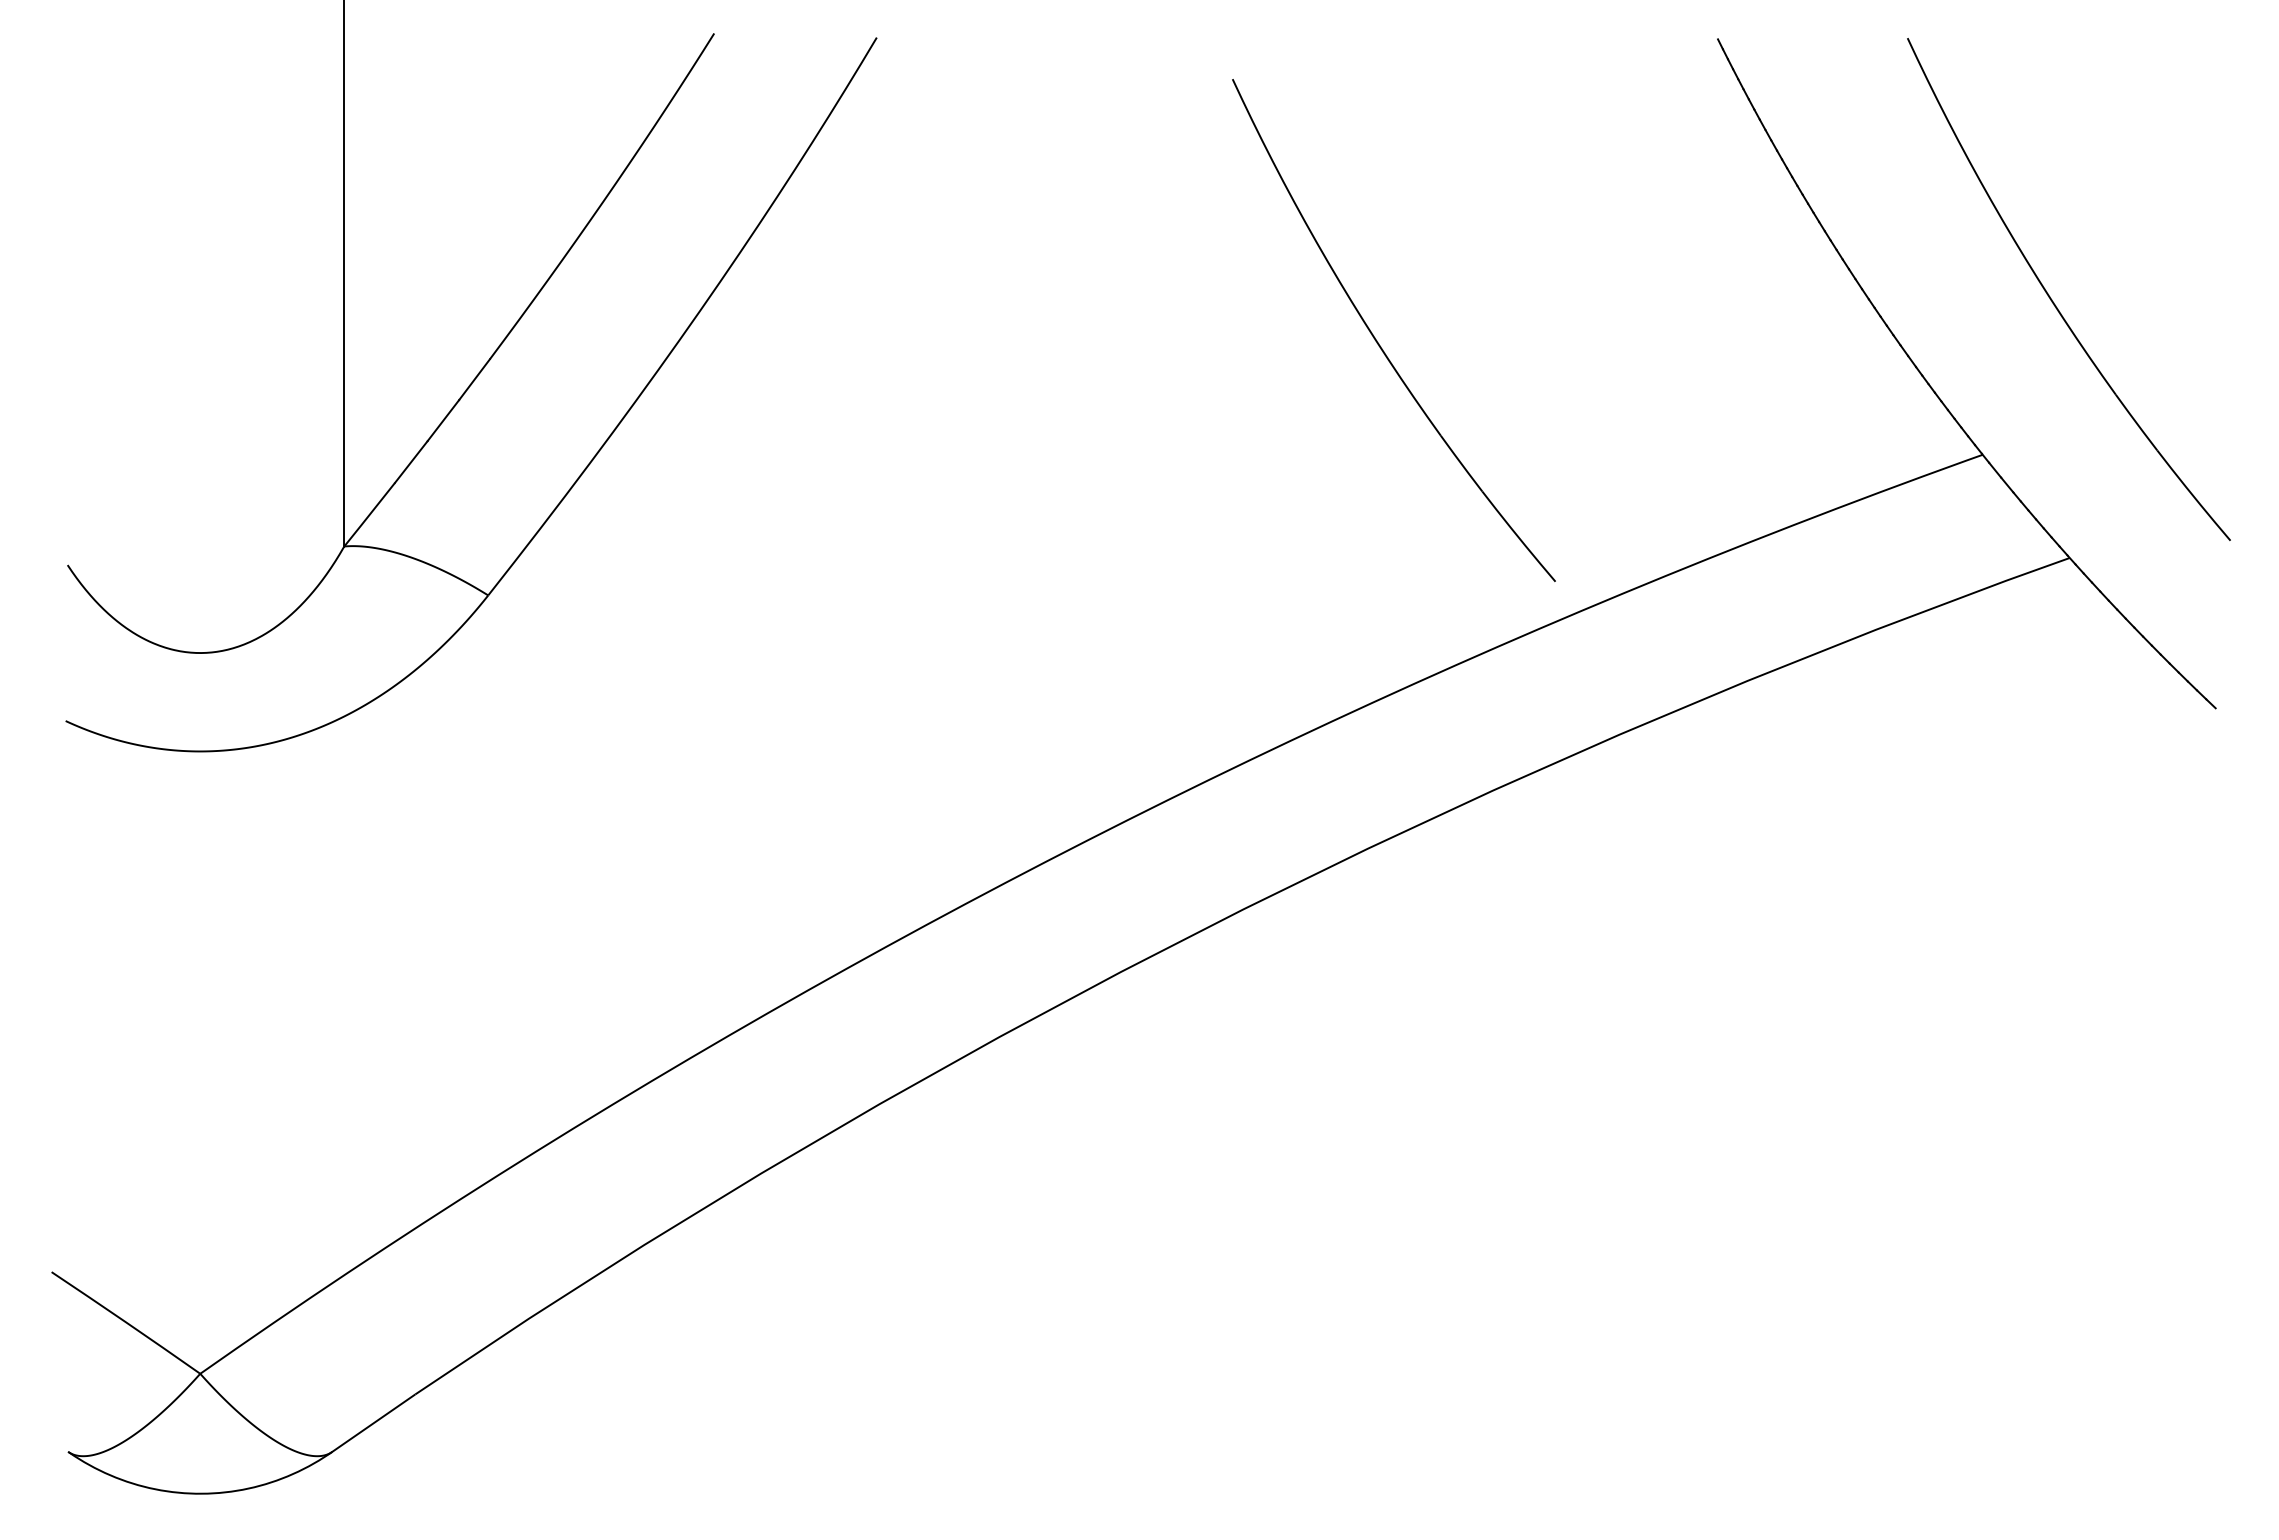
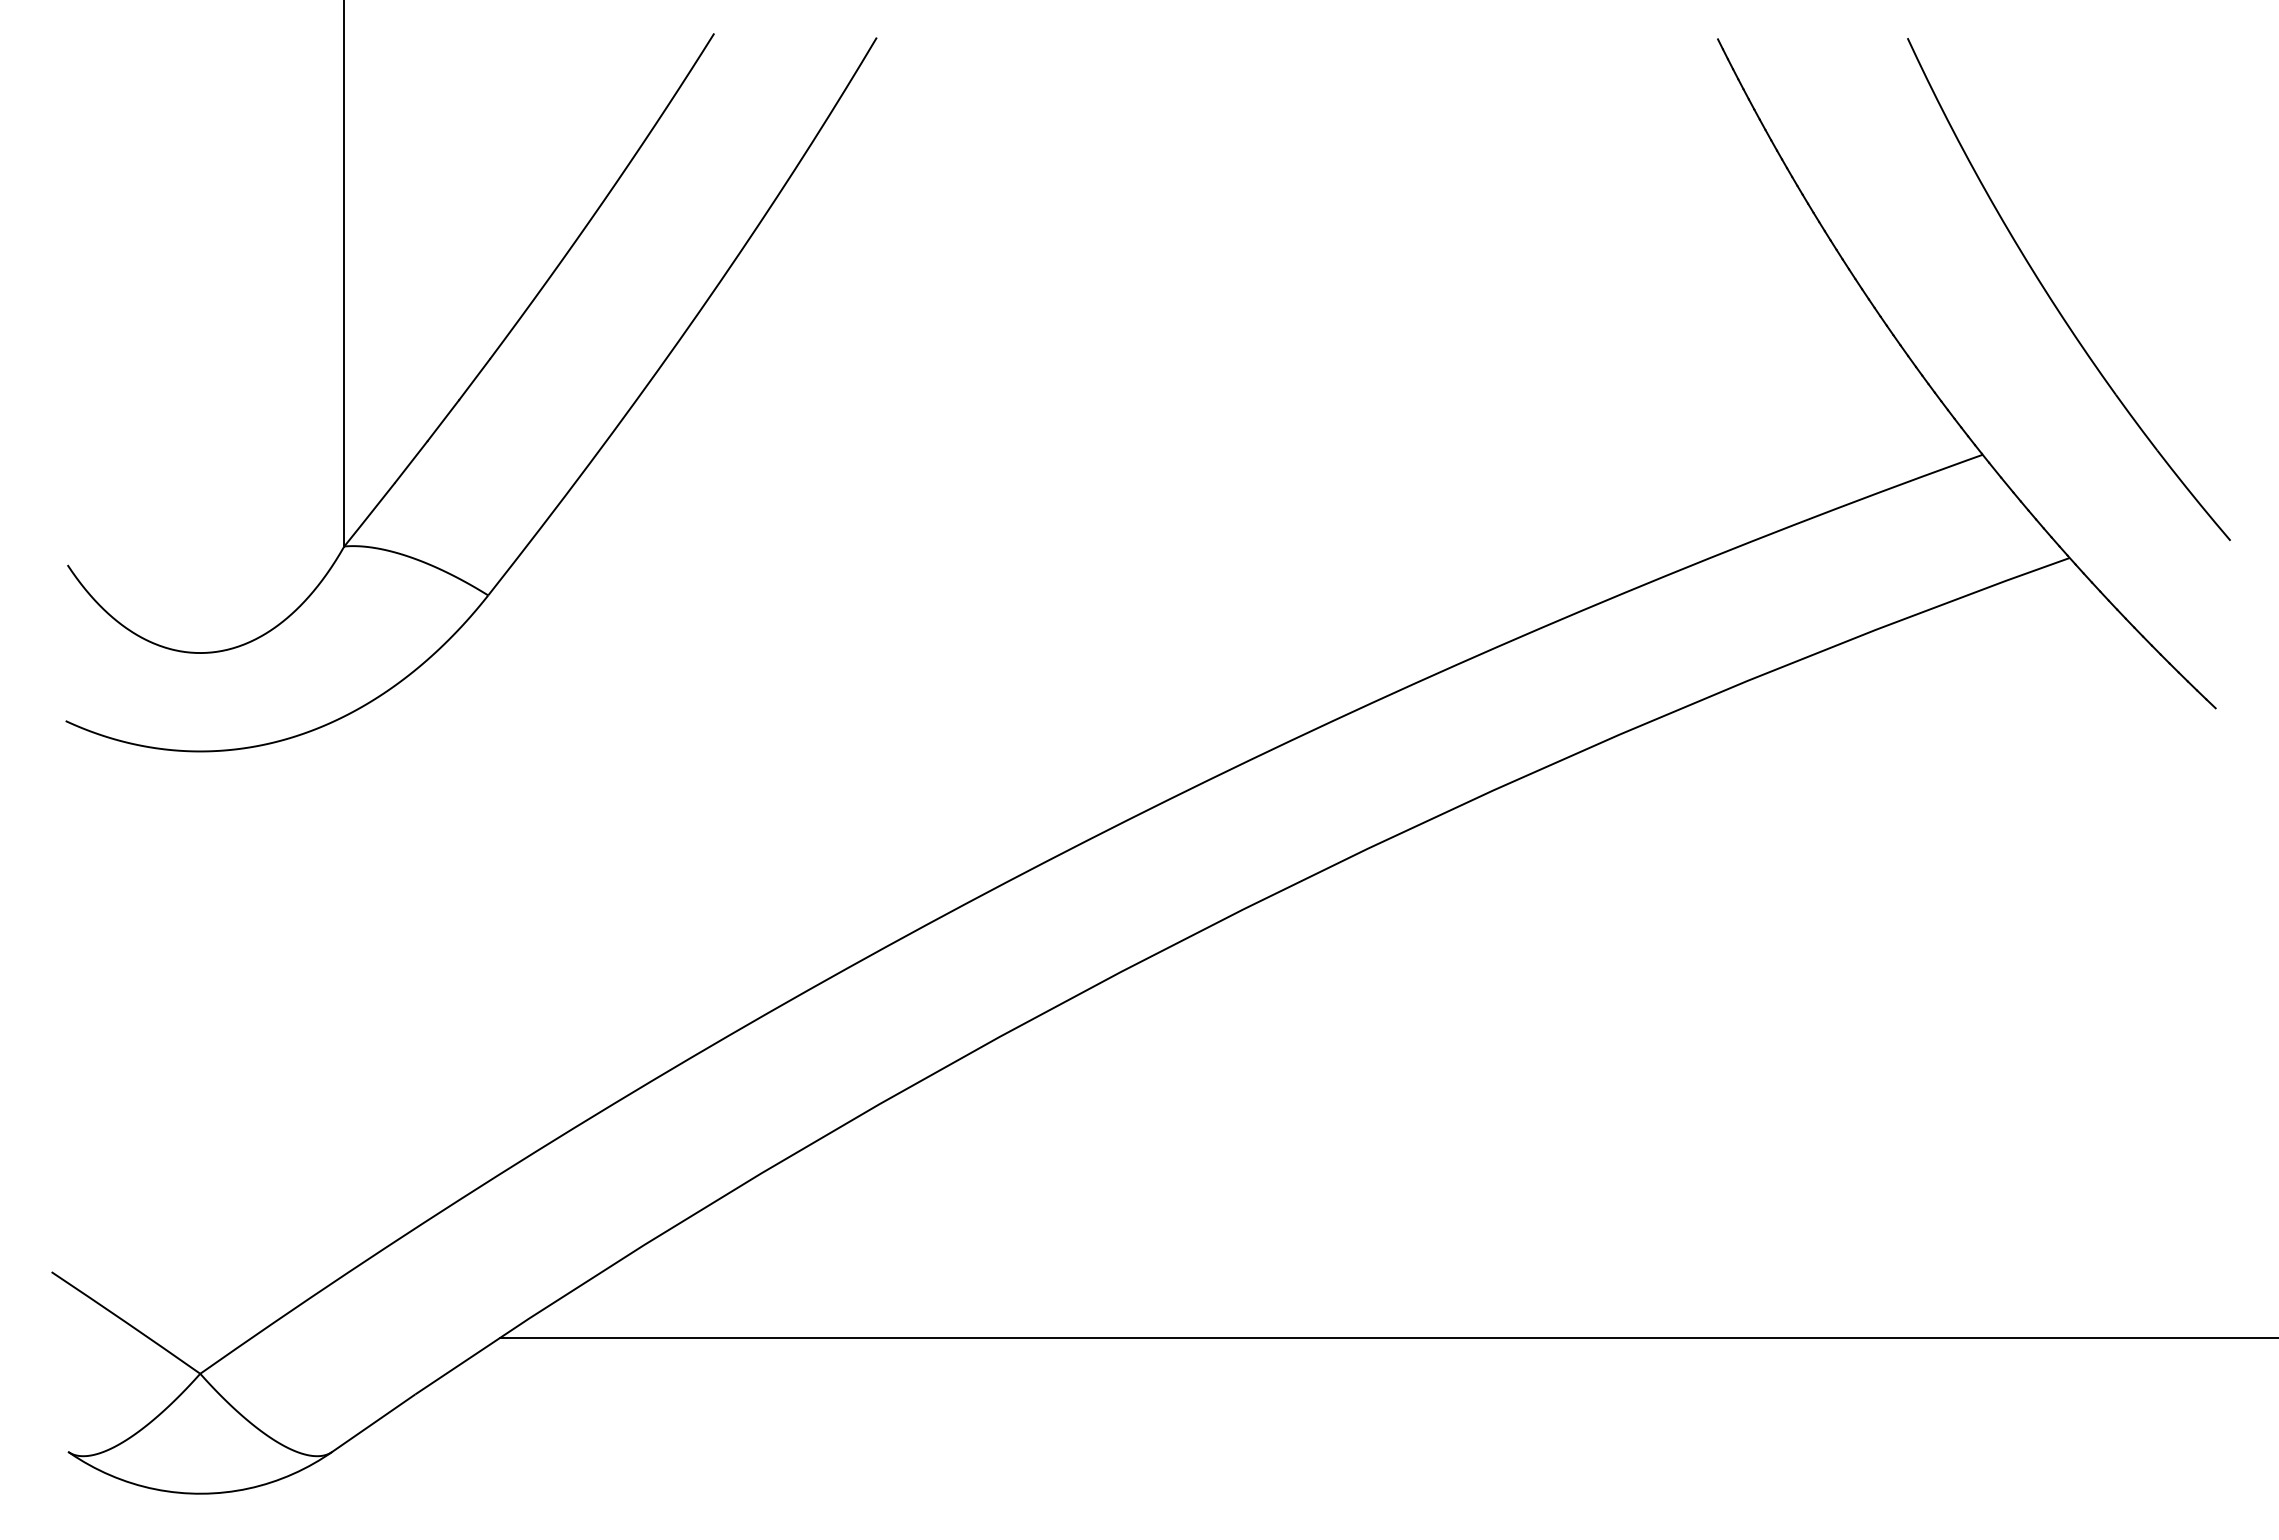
part at (1377, 340): present -> none
line at (1387, 1338): none -> present
